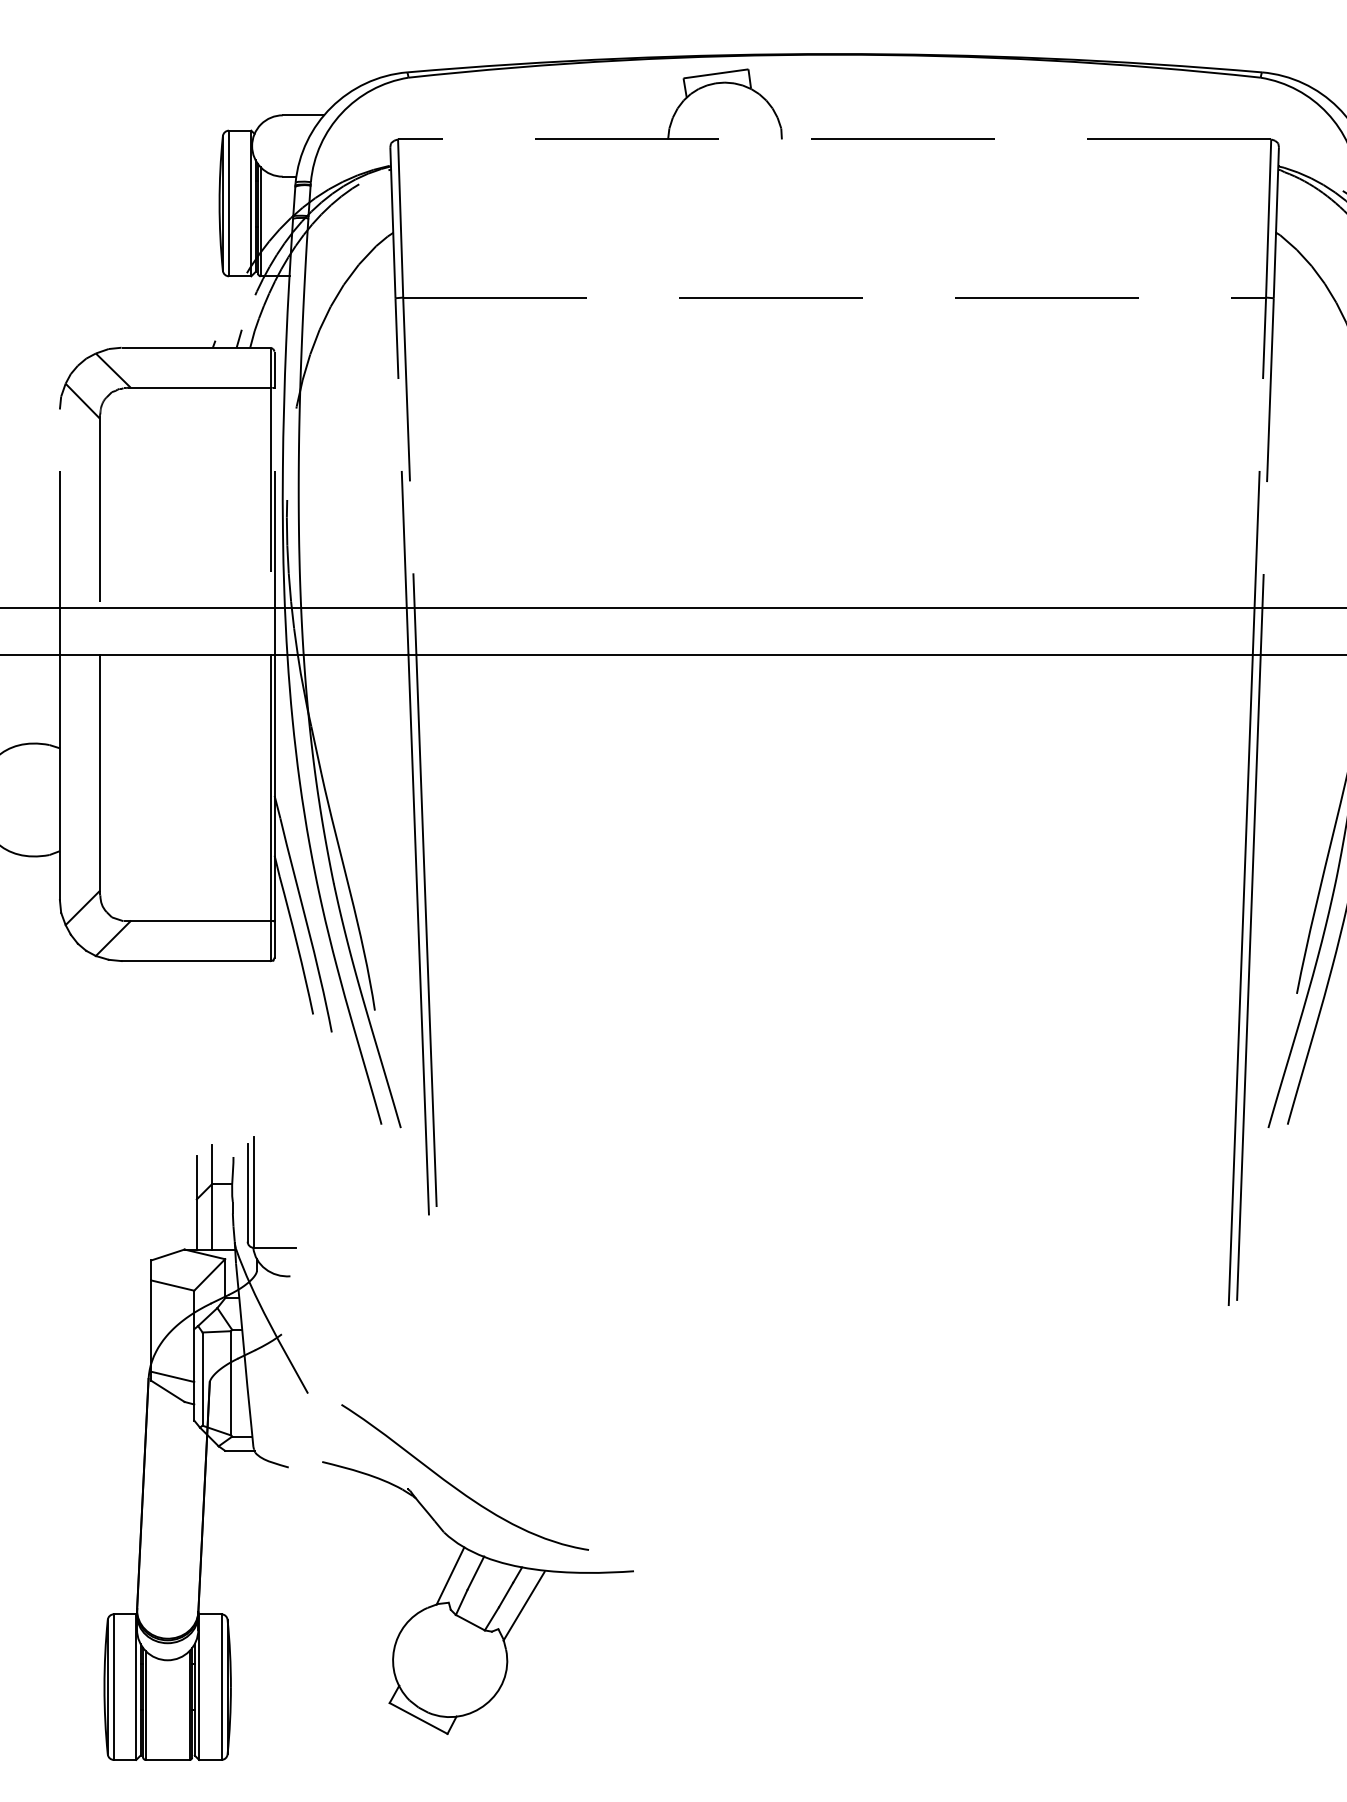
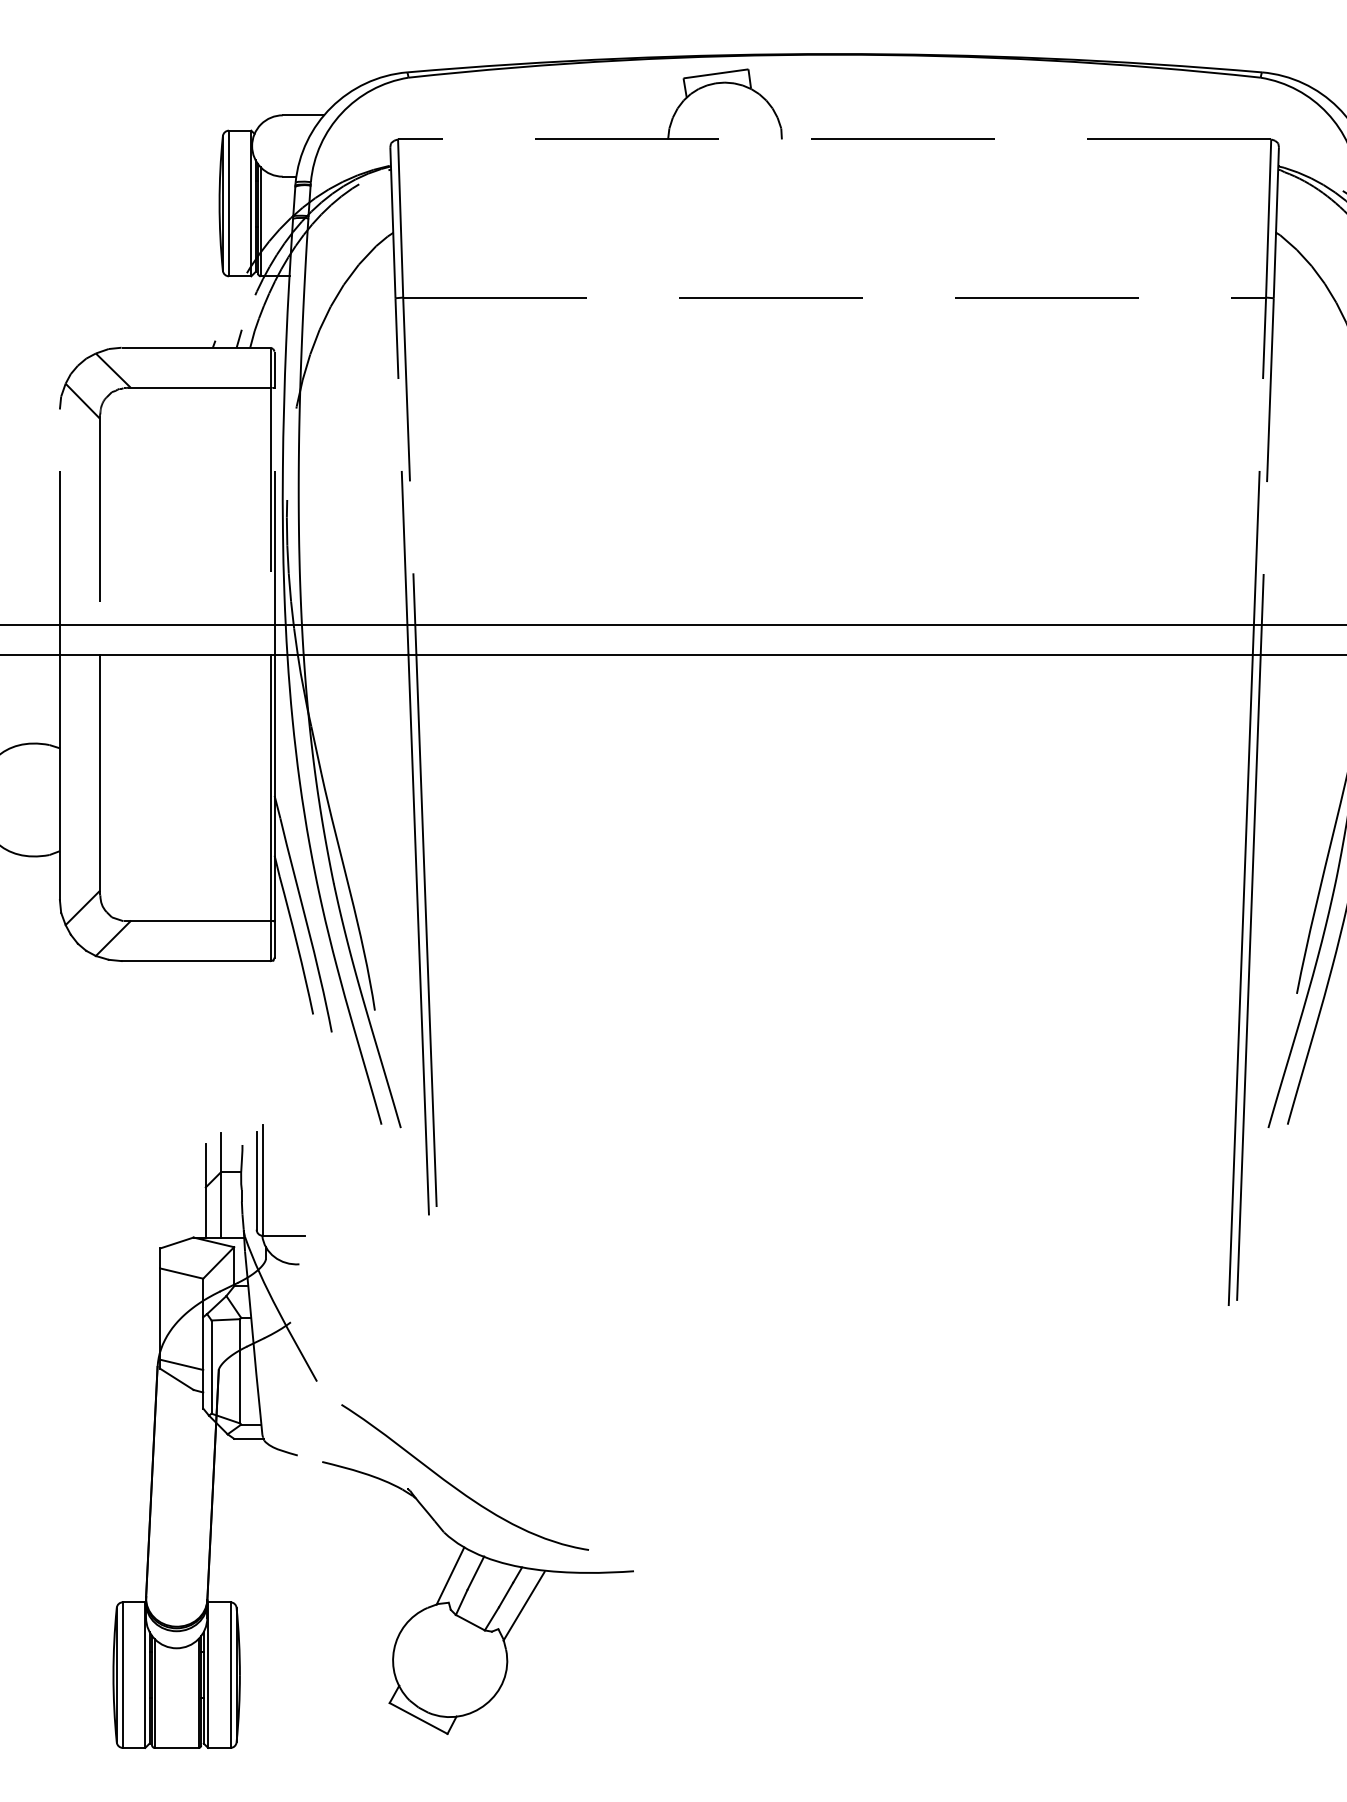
line at (672, 608) position: (672, 608) -> (672, 625)
part at (205, 1448) position: (205, 1448) -> (214, 1436)
